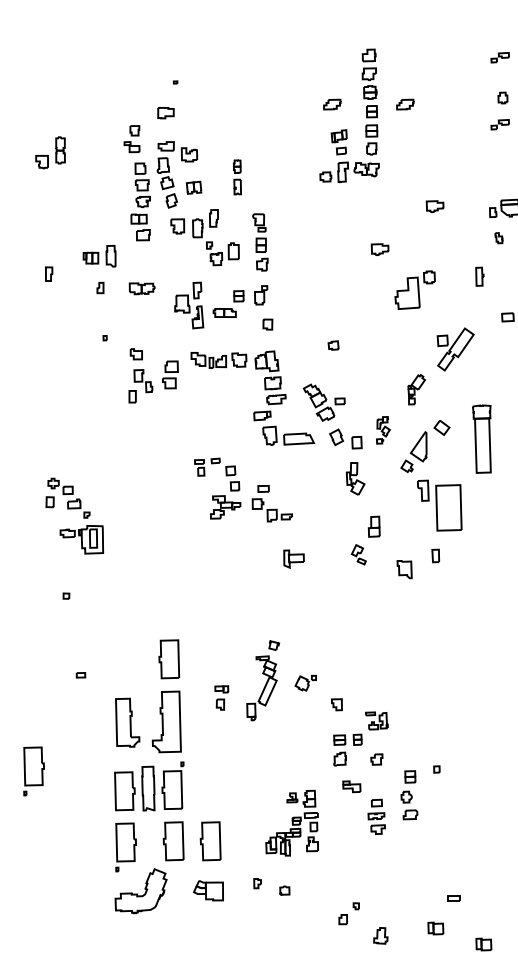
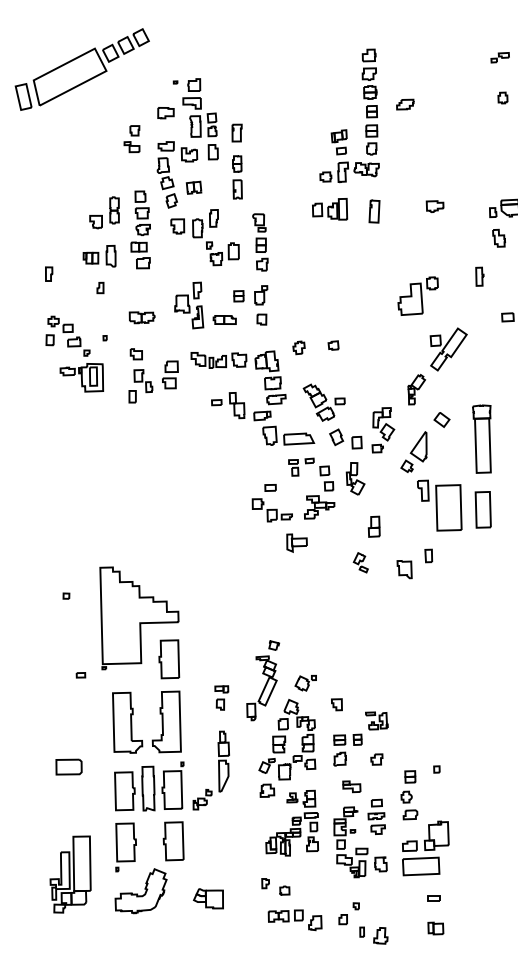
part at (81, 69): none -> present
part at (332, 104): present -> none
part at (200, 119): none -> present
part at (499, 124): present -> none
part at (236, 132): none -> present
part at (50, 152) position: (50, 152) -> (104, 212)
part at (237, 177) size: 9x37 px -> 11x45 px
part at (140, 201) position: (140, 201) -> (140, 229)
part at (330, 209): none -> present
part at (374, 211): none -> present
part at (498, 238) size: 10x13 px -> 14x20 px
part at (379, 249): present -> none
part at (141, 288) position: (141, 288) -> (141, 317)
part at (414, 289) position: (414, 289) -> (417, 295)
part at (224, 312) position: (224, 312) -> (224, 319)
part at (267, 324) position: (267, 324) -> (261, 319)
part at (298, 347): none -> present
part at (455, 349) position: (455, 349) -> (448, 349)
part at (228, 405): none -> present
part at (441, 427) position: (441, 427) -> (441, 419)
part at (383, 430) size: 15x29 px -> 25x47 px
part at (263, 488) position: (263, 488) -> (270, 487)
part at (217, 495) position: (217, 495) -> (311, 495)
part at (482, 509): none -> present
part at (74, 515) position: (74, 515) -> (74, 353)
part at (358, 554) position: (358, 554) -> (360, 562)
part at (435, 555) position: (435, 555) -> (428, 555)
part at (293, 558) position: (293, 558) -> (296, 542)
part at (139, 618): none -> present
part at (127, 722) size: 26x51 px -> 32x63 px
part at (287, 748): none -> present
part at (68, 766): none -> present
part at (218, 770): none -> present
part at (33, 771): present -> none
part at (210, 841): present -> none
part at (360, 842): none -> present
part at (425, 848): none -> present
part at (70, 874): none -> present
part at (257, 883) position: (257, 883) -> (265, 883)
part at (208, 890) position: (208, 890) -> (208, 898)
part at (453, 898) position: (453, 898) -> (433, 898)
part at (294, 920): none -> present
part at (361, 931): none -> present
part at (483, 944): present -> none
